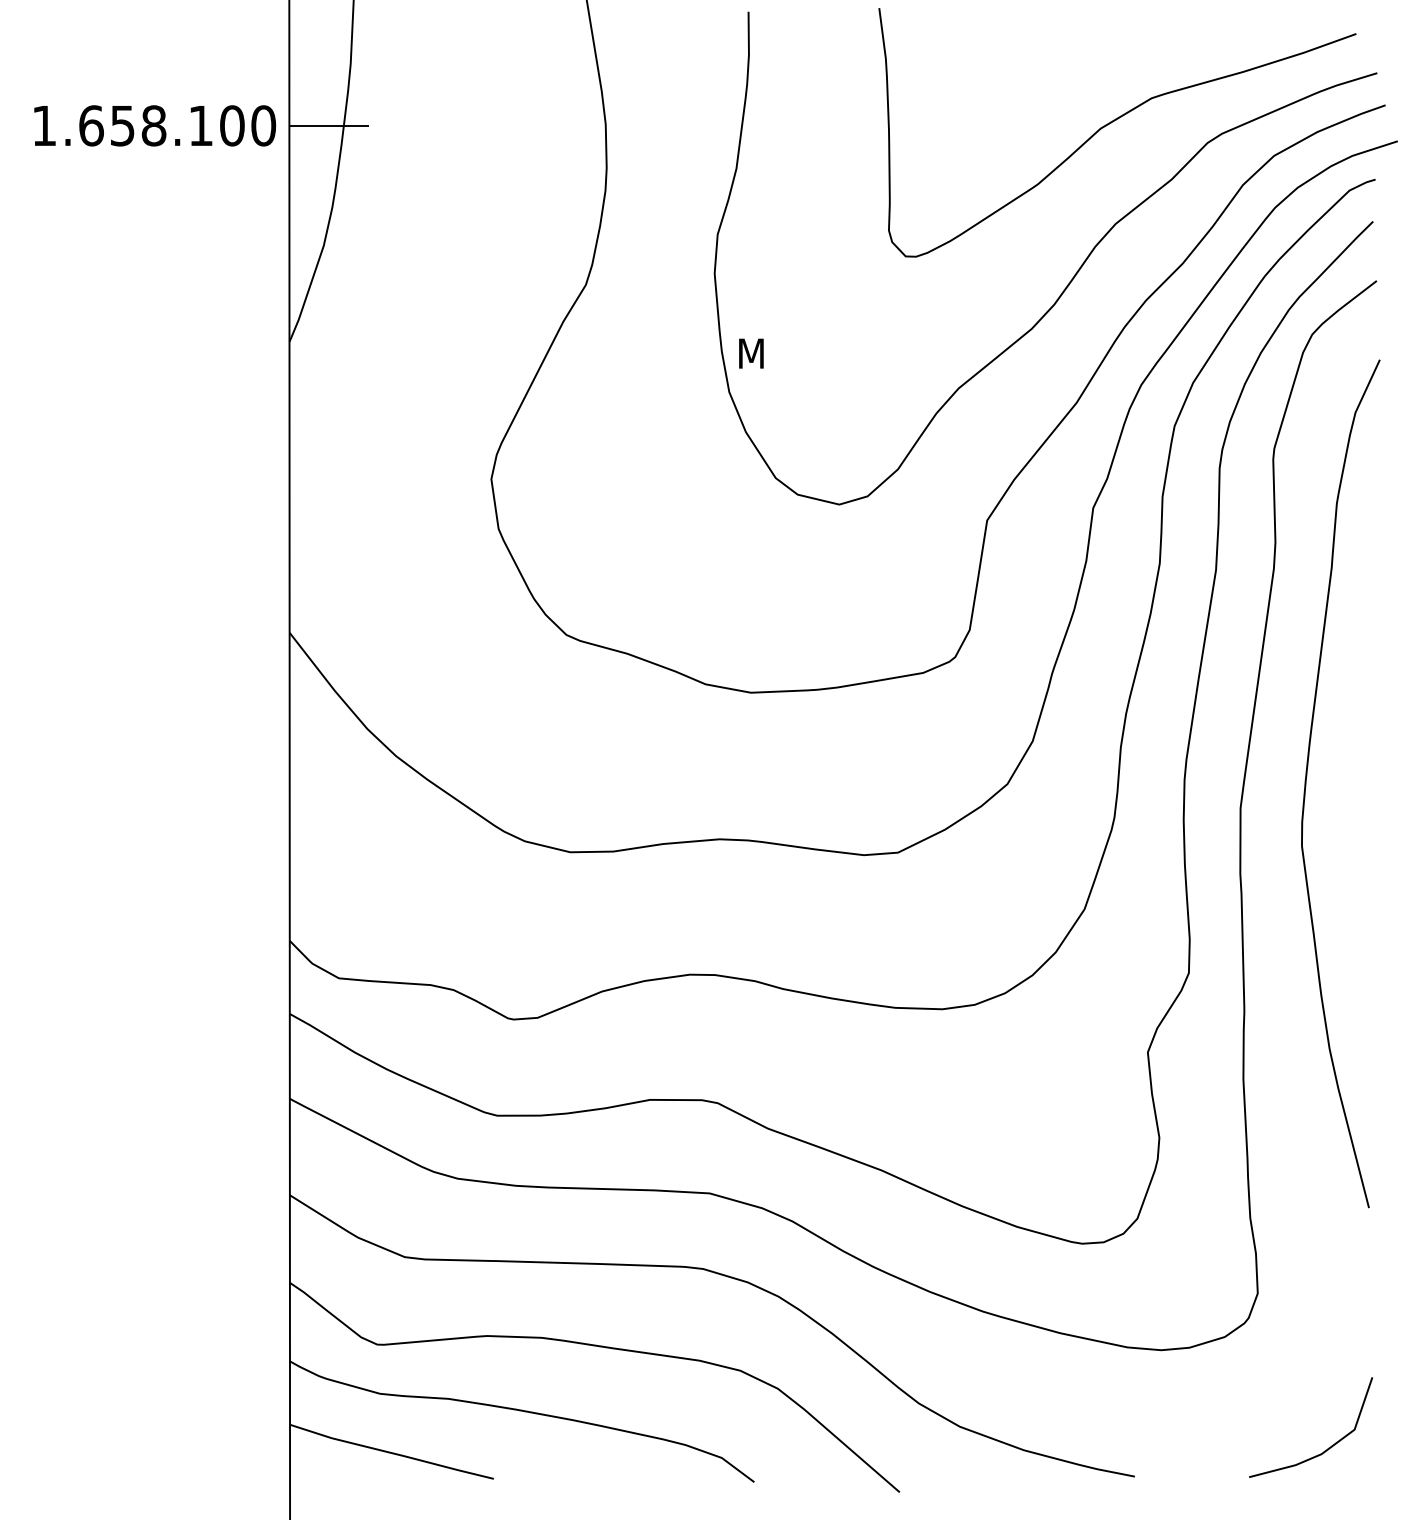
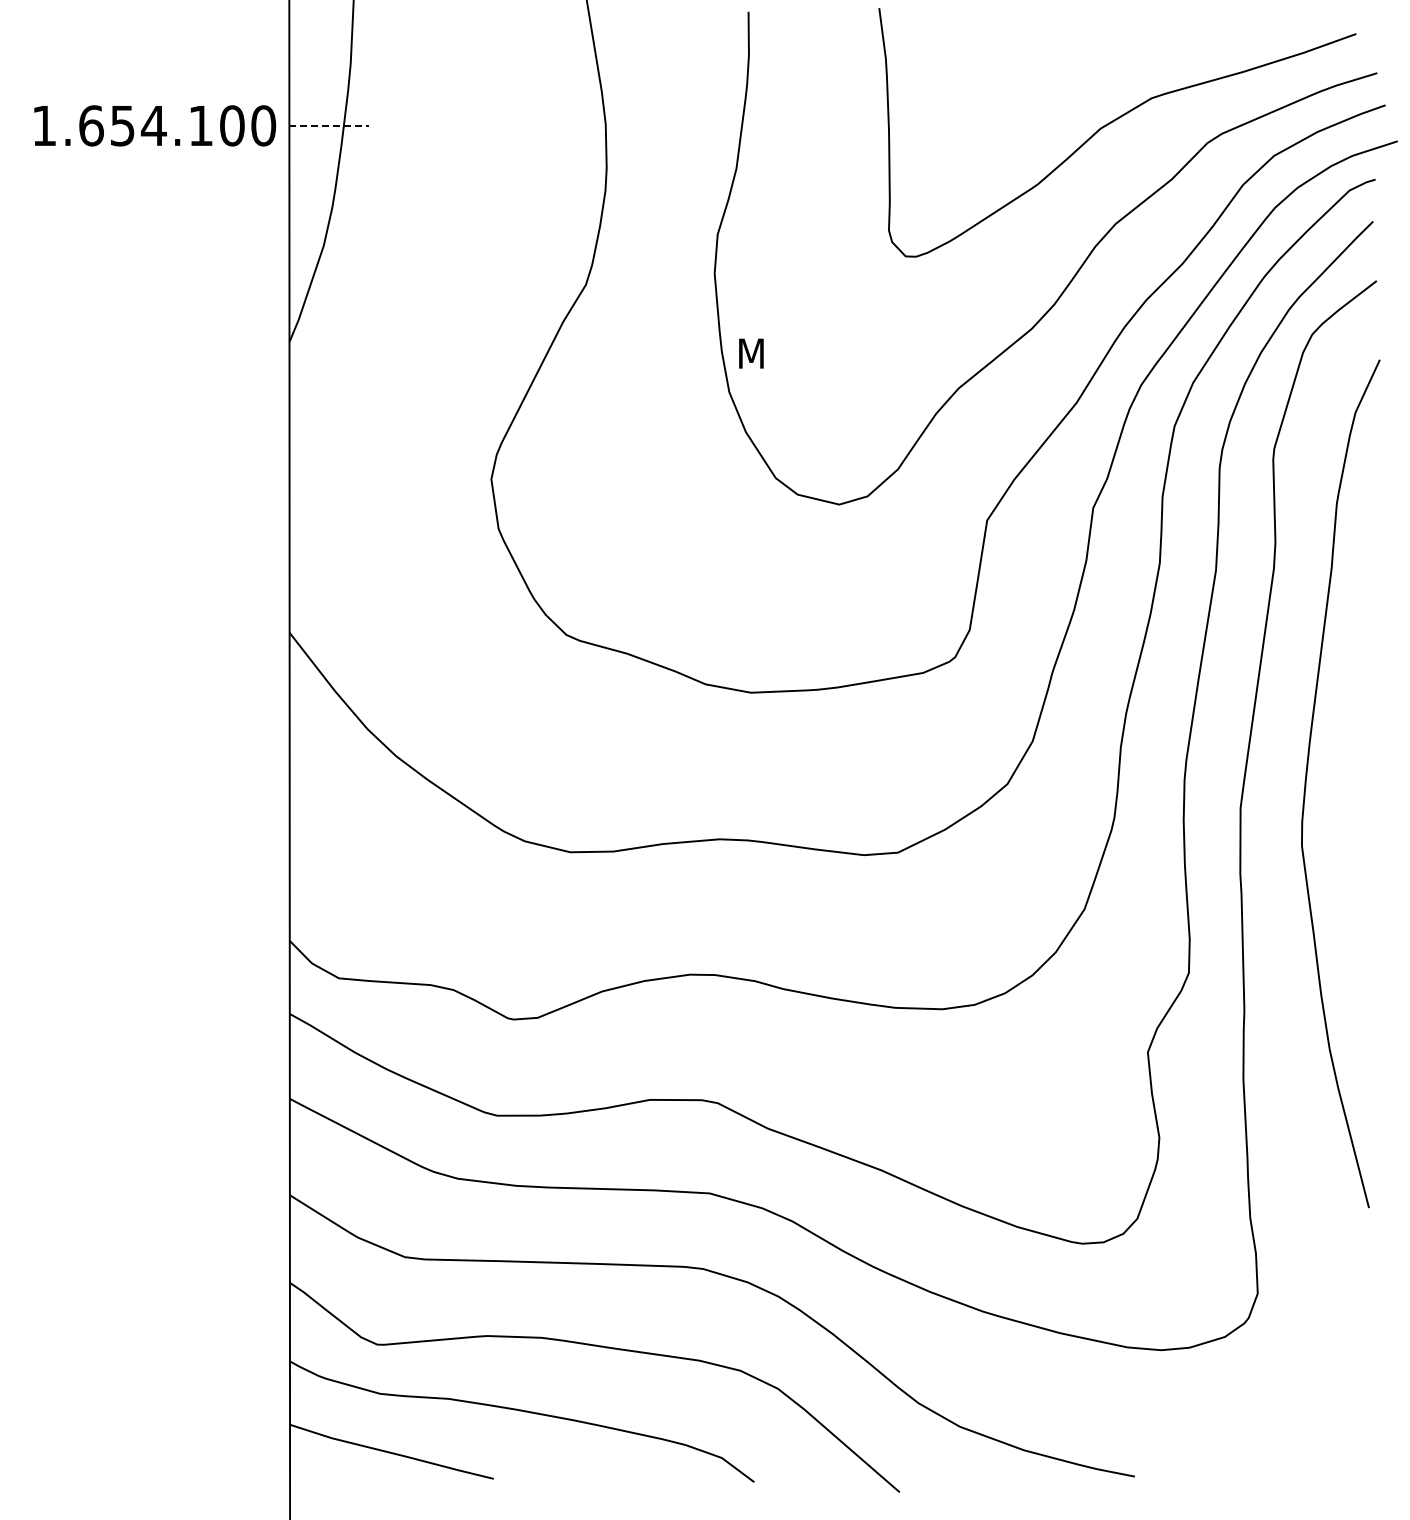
text at (153, 125): 1.658.100 -> 1.654.100
line at (329, 125): solid -> dashed
line at (1328, 1447): present -> none
